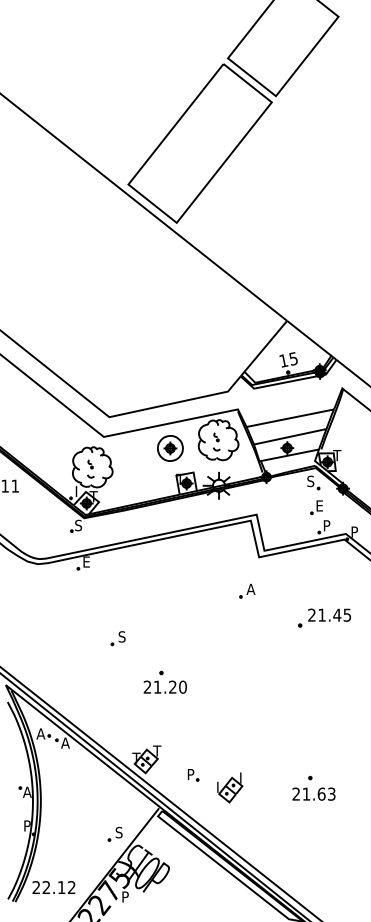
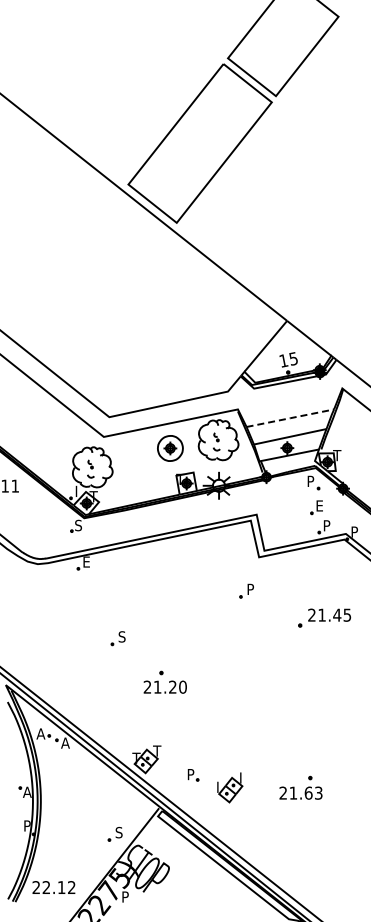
line at (290, 418): solid -> dashed
text at (310, 481): S -> P
text at (250, 588): A -> P
text at (313, 793) position: (313, 793) -> (300, 792)
